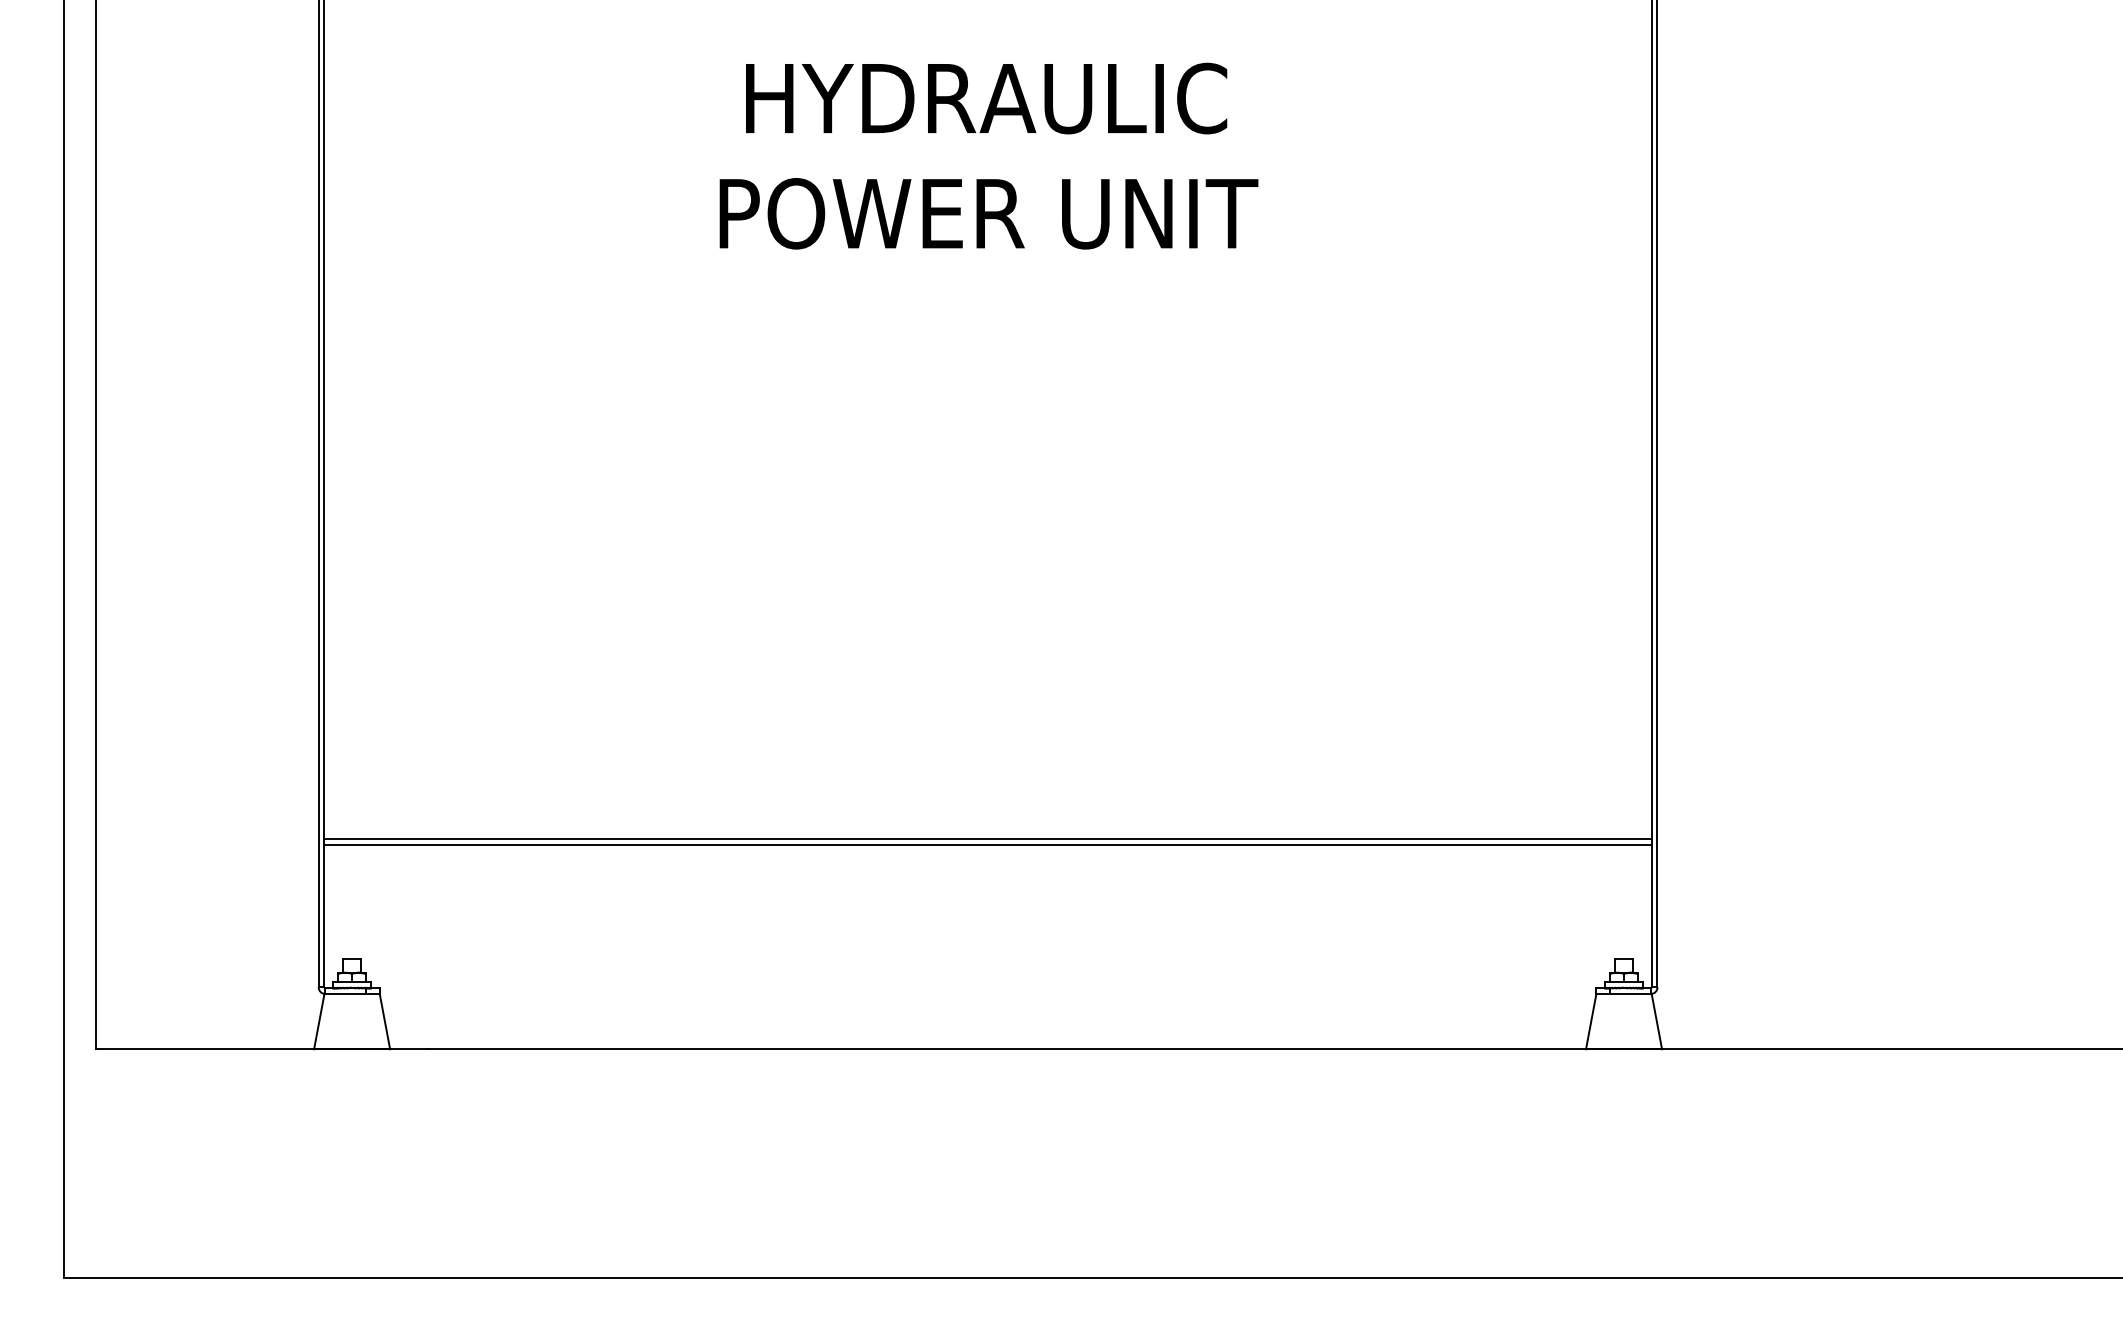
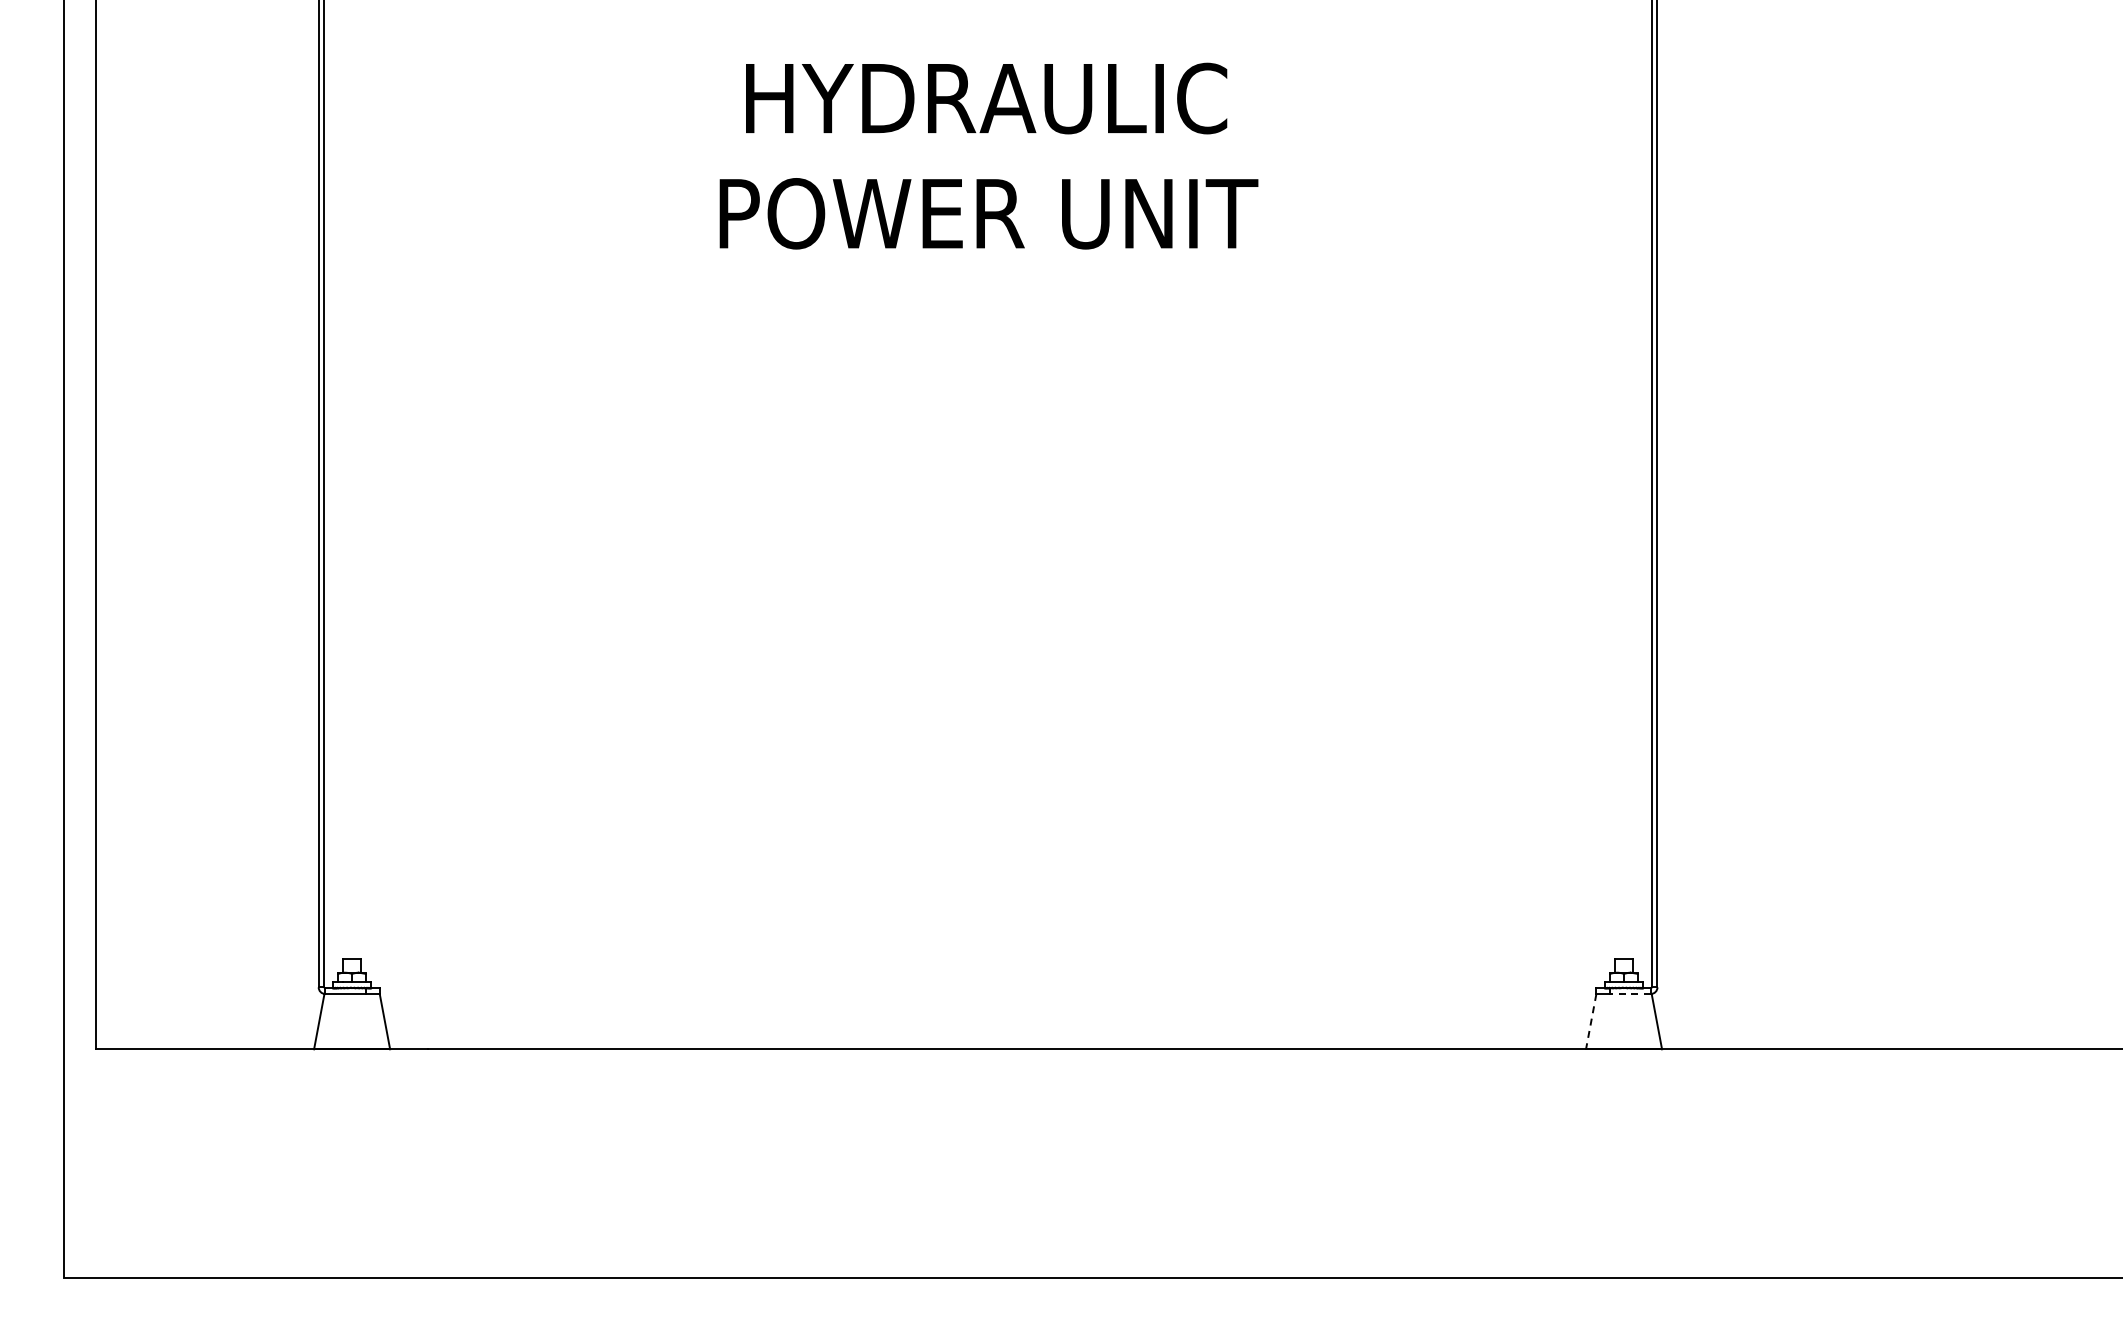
line at (987, 838): present -> none
line at (987, 845): present -> none
line at (1630, 994): solid -> dashed
line at (1591, 1022): solid -> dashed
